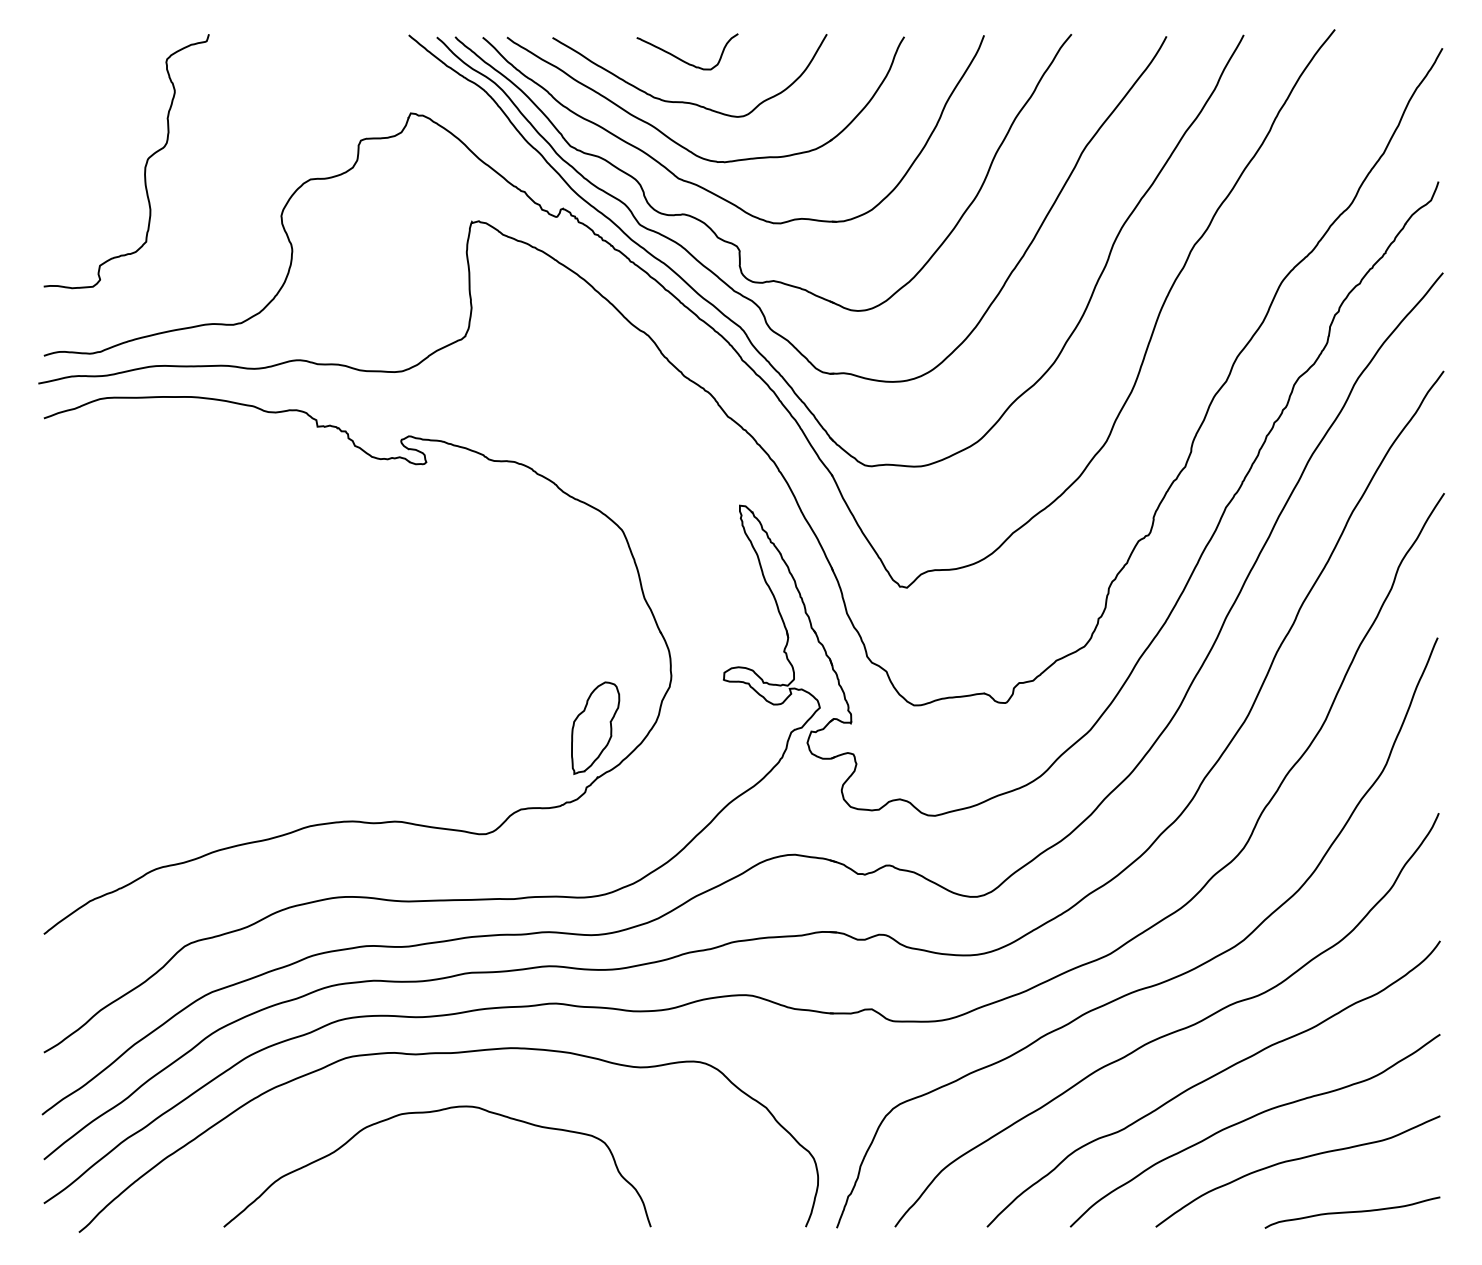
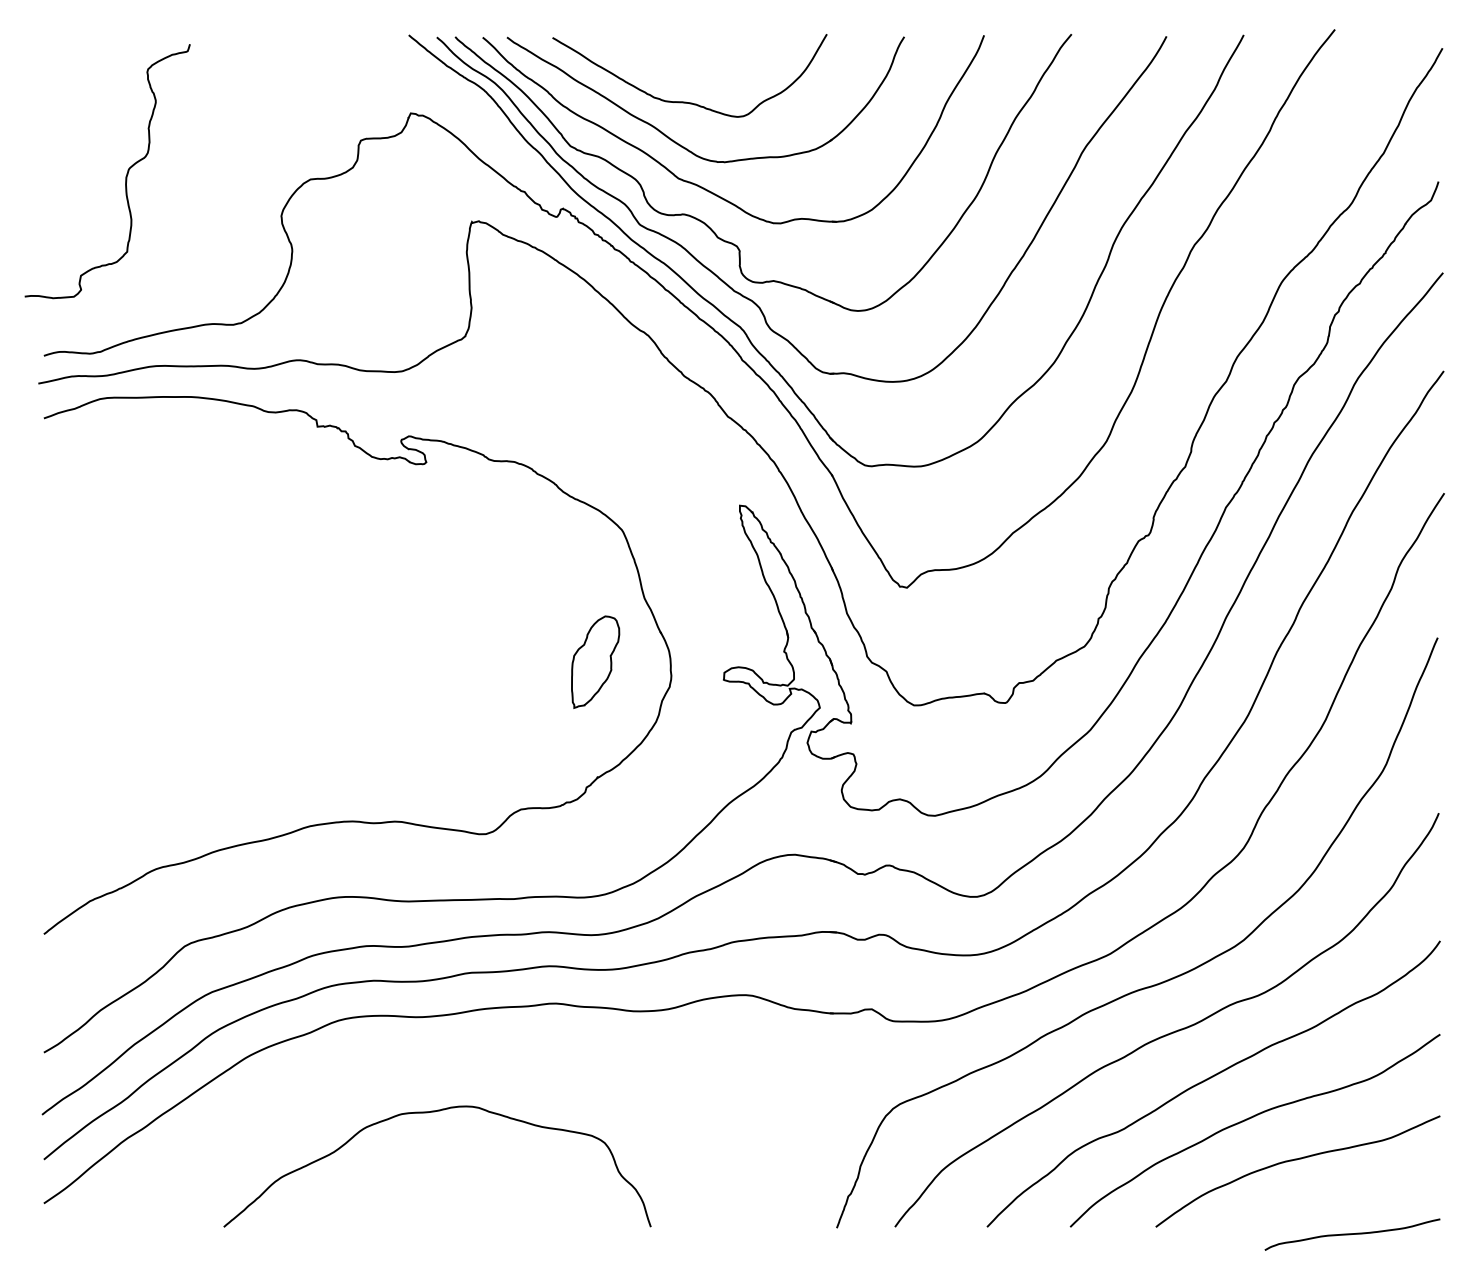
curve at (682, 59): present -> none
curve at (144, 166) position: (144, 166) -> (125, 176)
part at (595, 727) position: (595, 727) -> (595, 661)
curve at (435, 1054): present -> none
curve at (1352, 1212) position: (1352, 1212) -> (1352, 1234)
